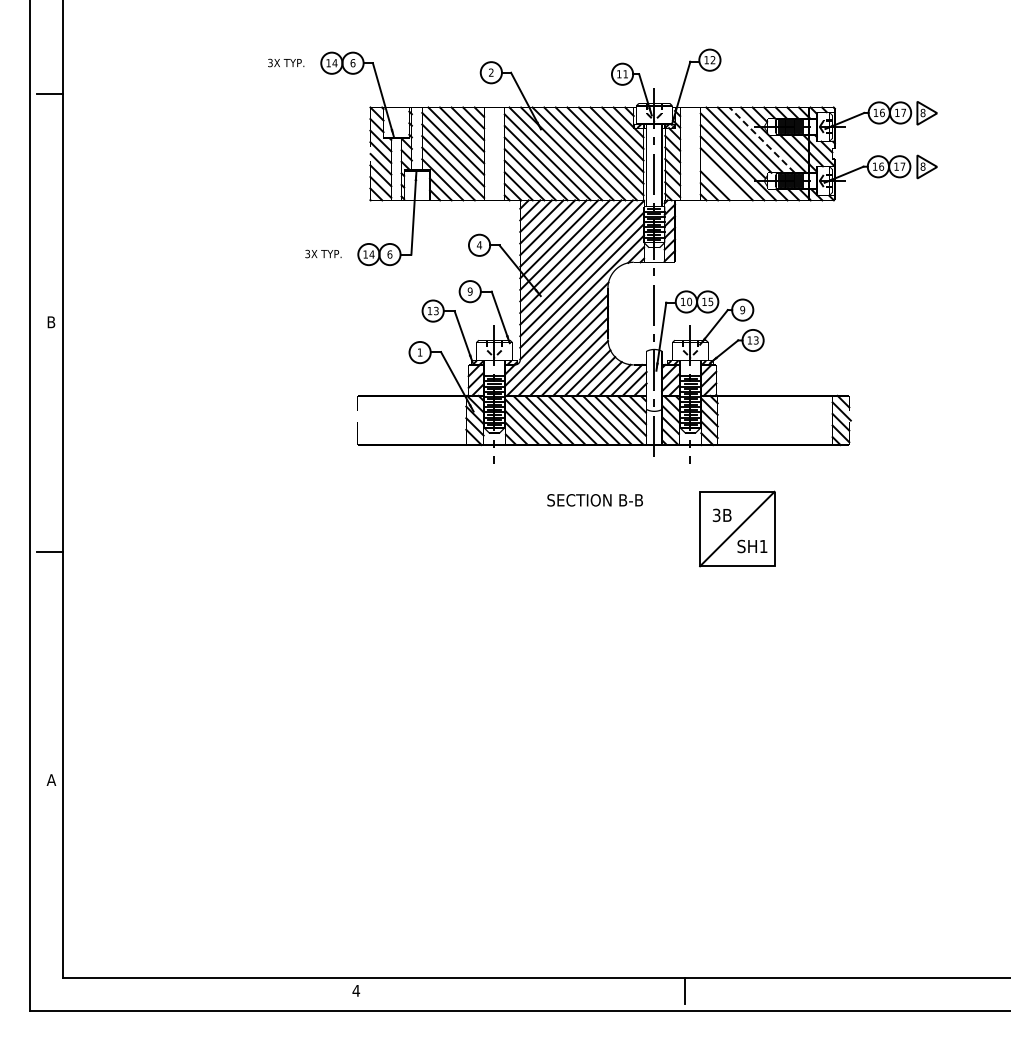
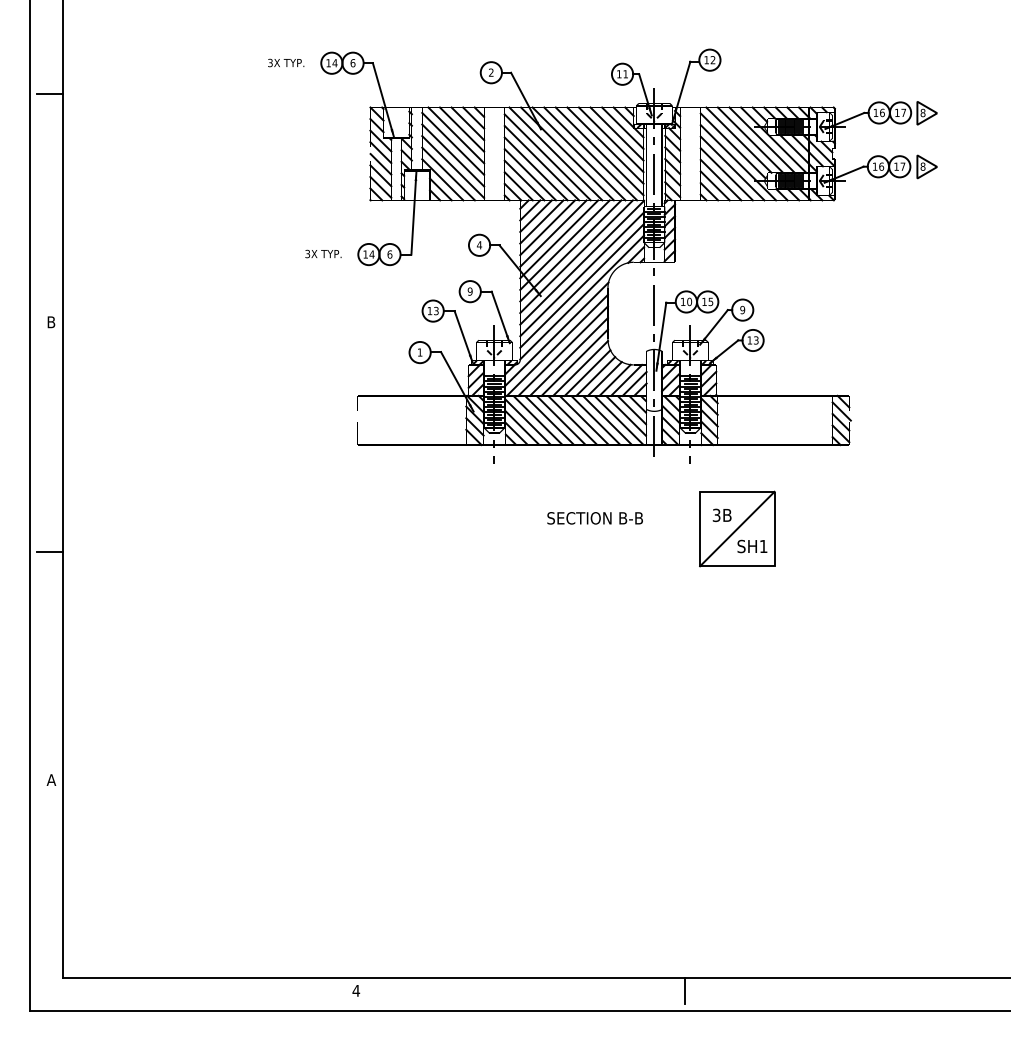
line at (761, 139): dashed -> solid
line at (720, 179): none -> present
text at (594, 500) position: (594, 500) -> (594, 518)
